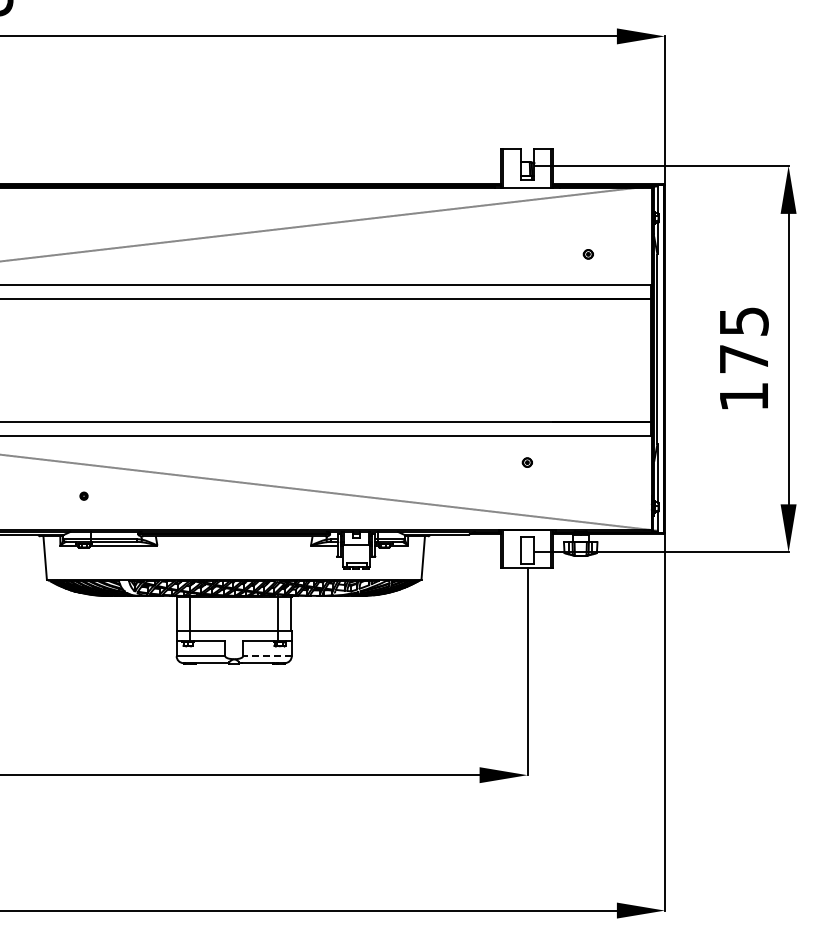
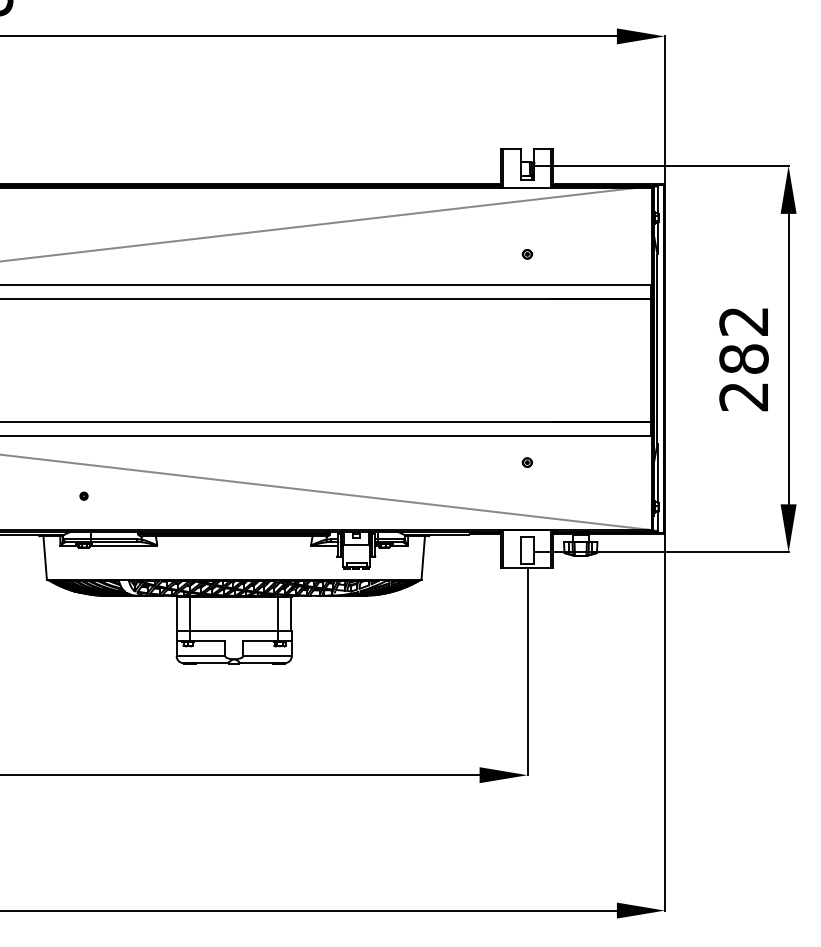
part at (587, 254) position: (587, 254) -> (526, 254)
text at (743, 359): 175 -> 282
line at (266, 656): dashed -> solid
